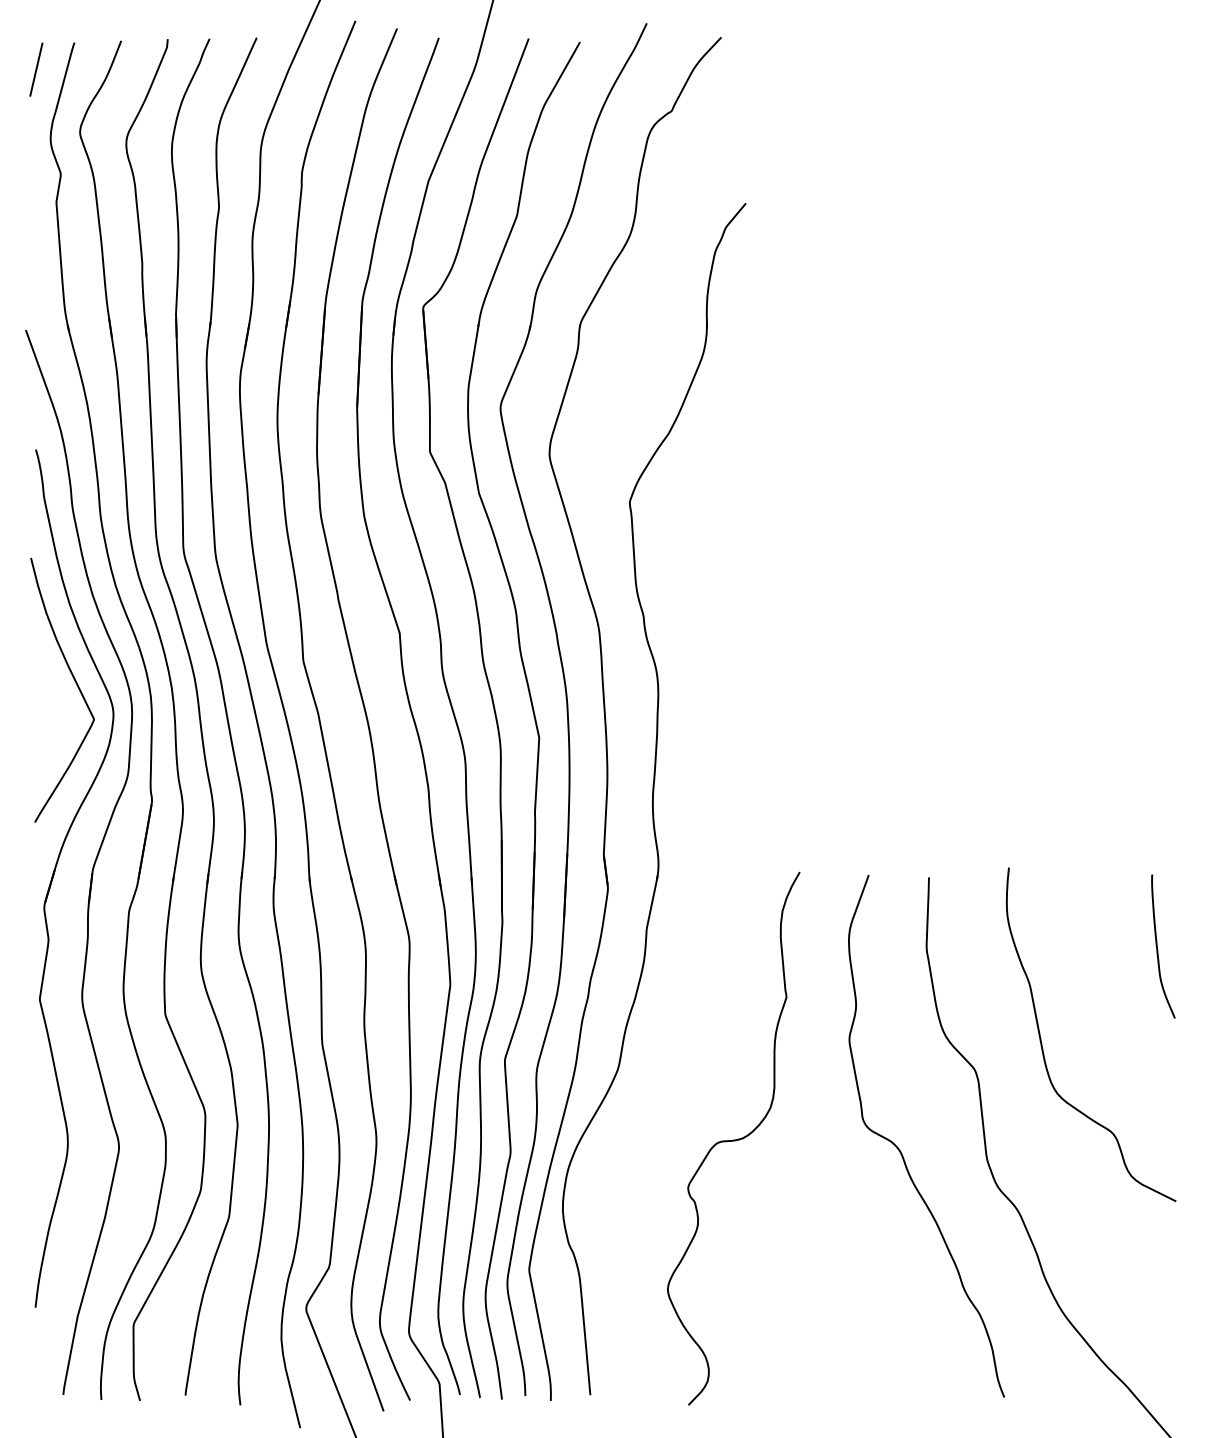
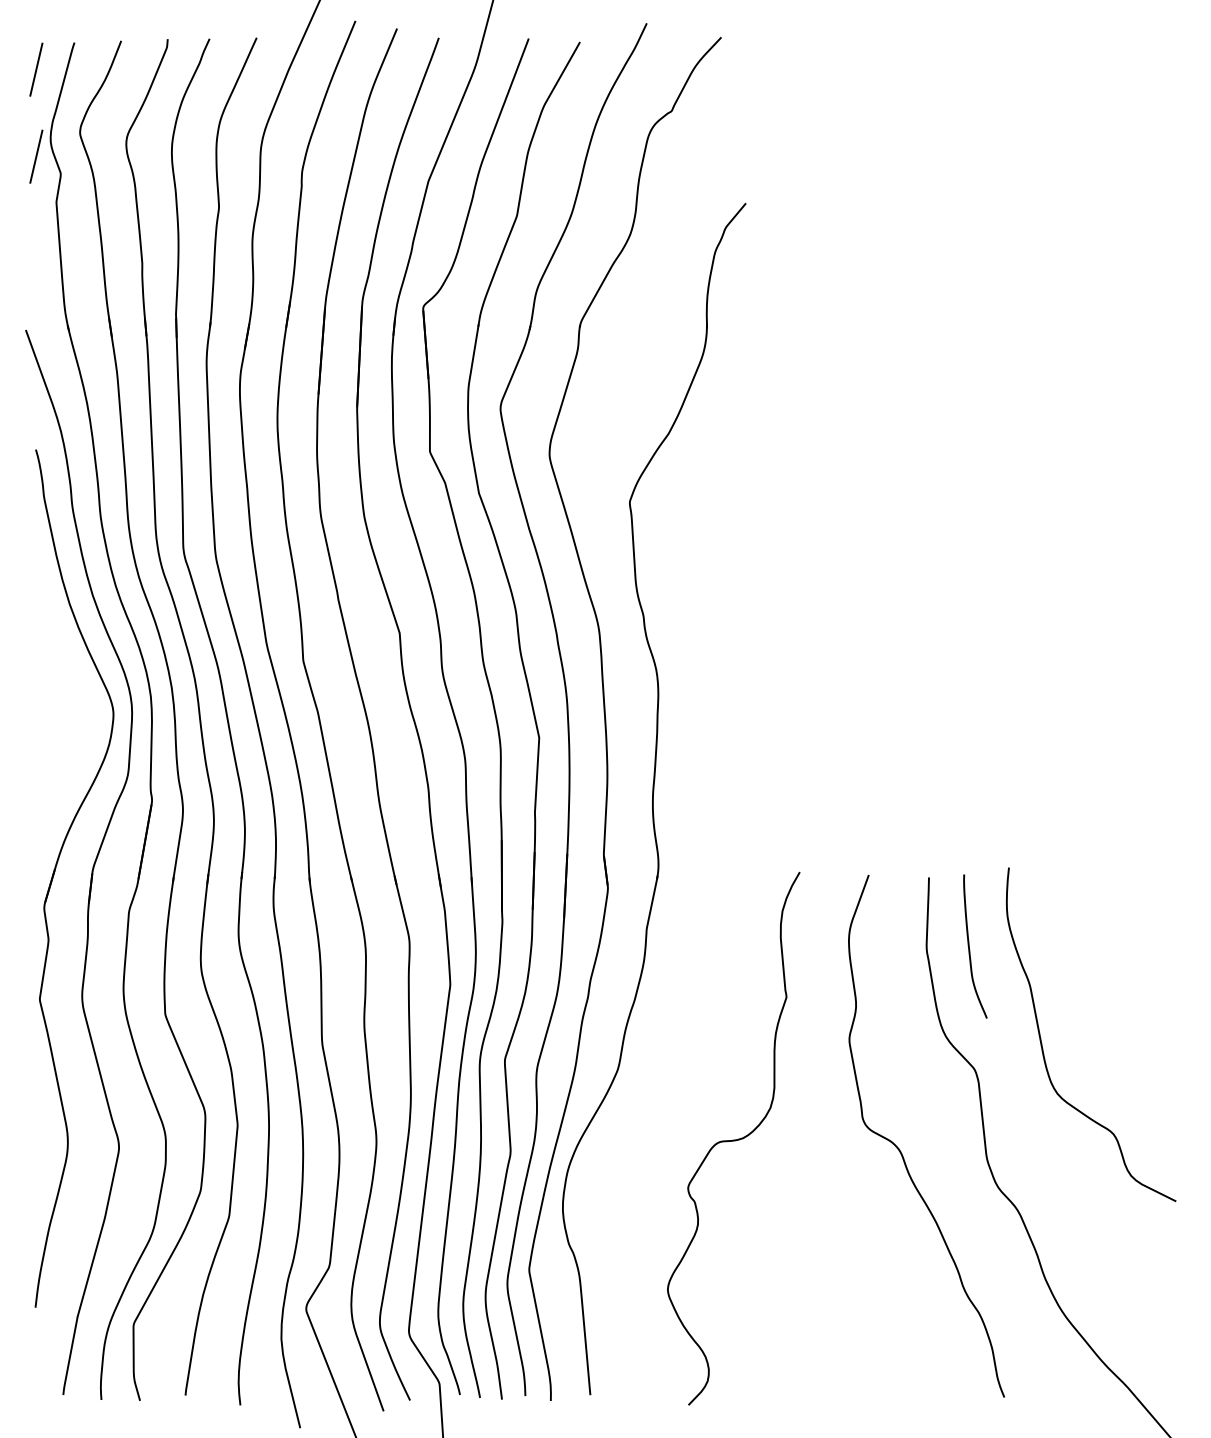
line at (36, 156): none -> present
curve at (75, 683): present -> none
curve at (1158, 949) position: (1158, 949) -> (970, 949)
